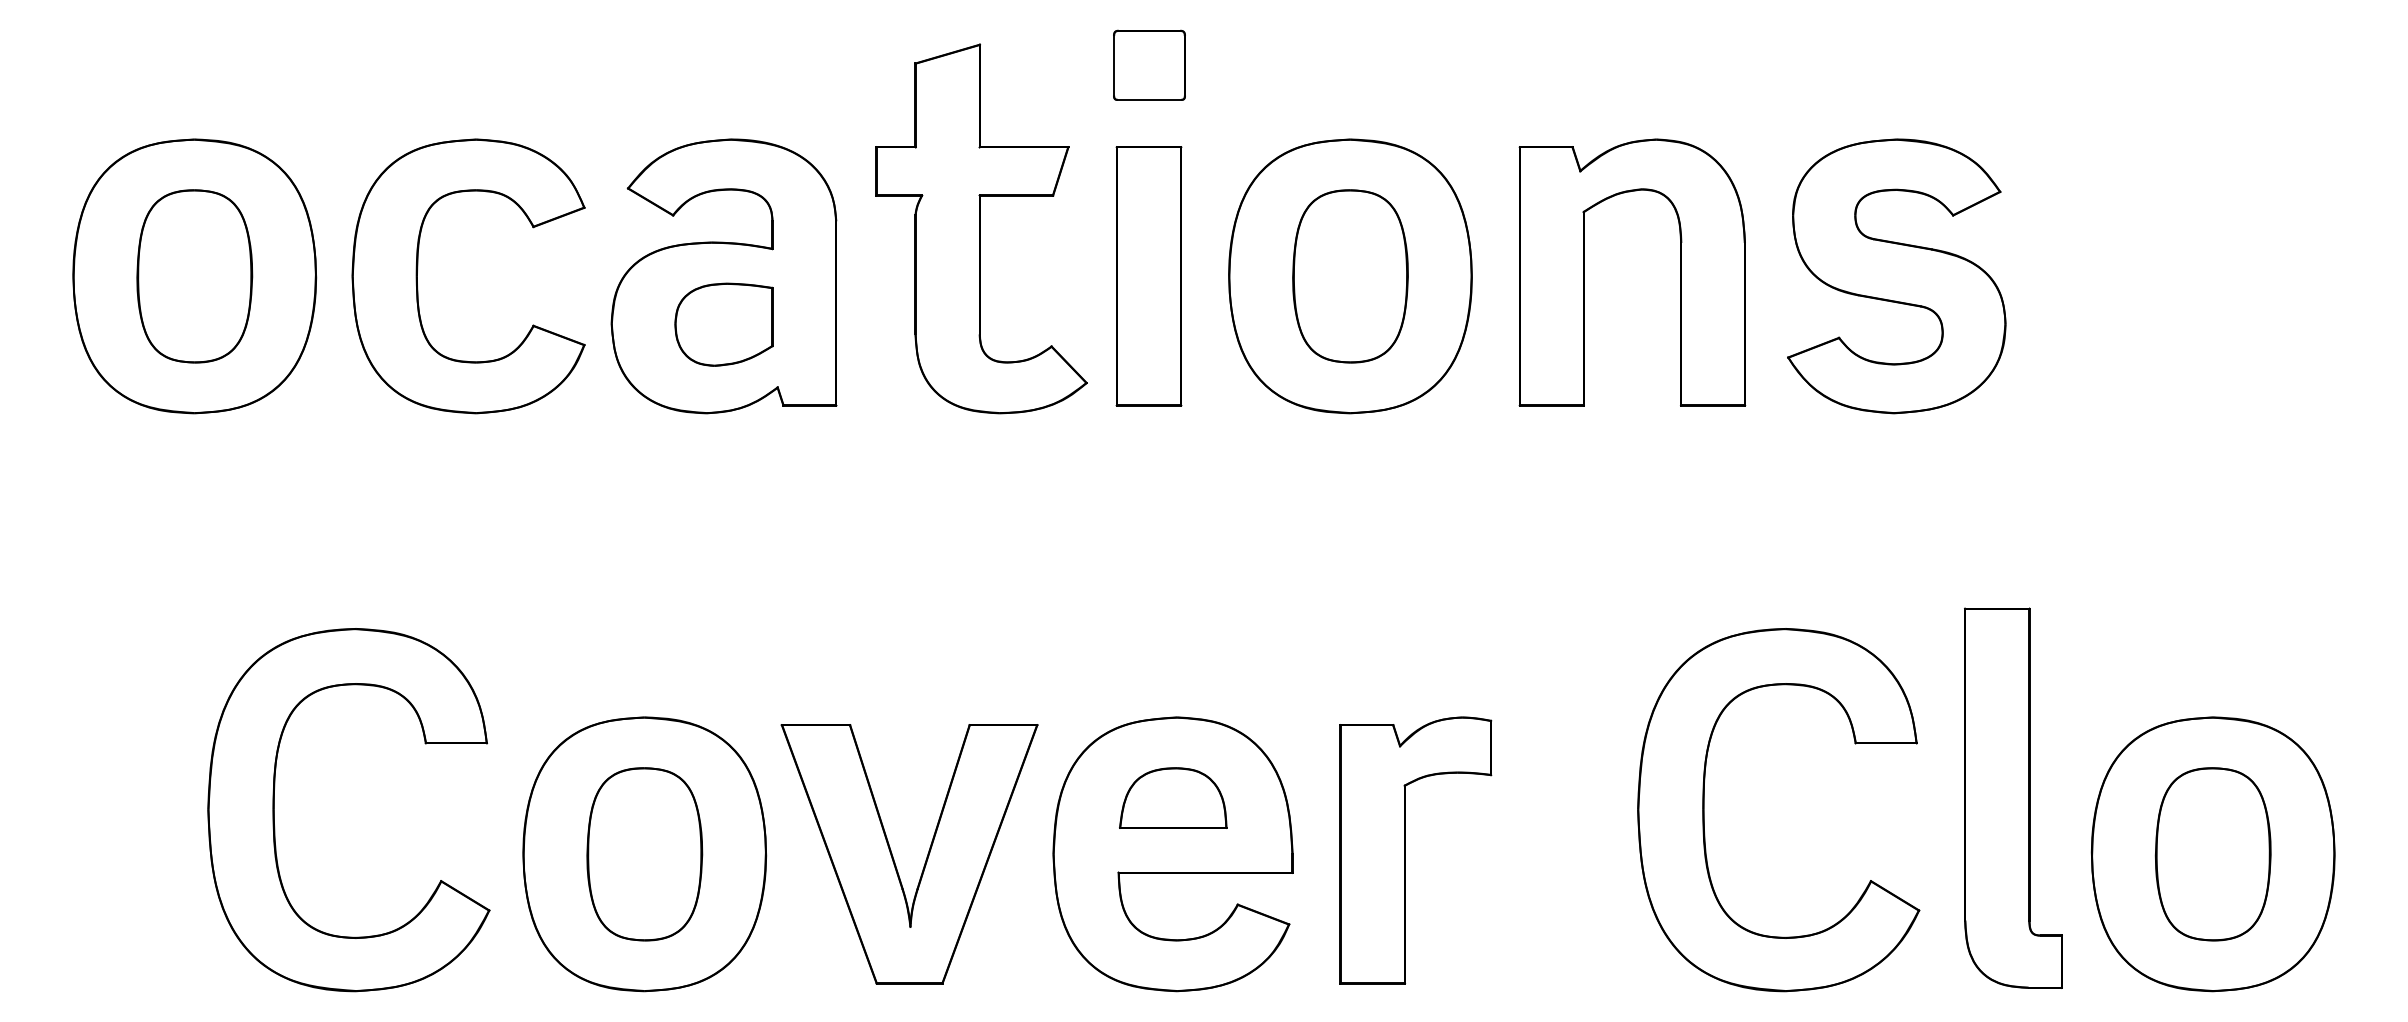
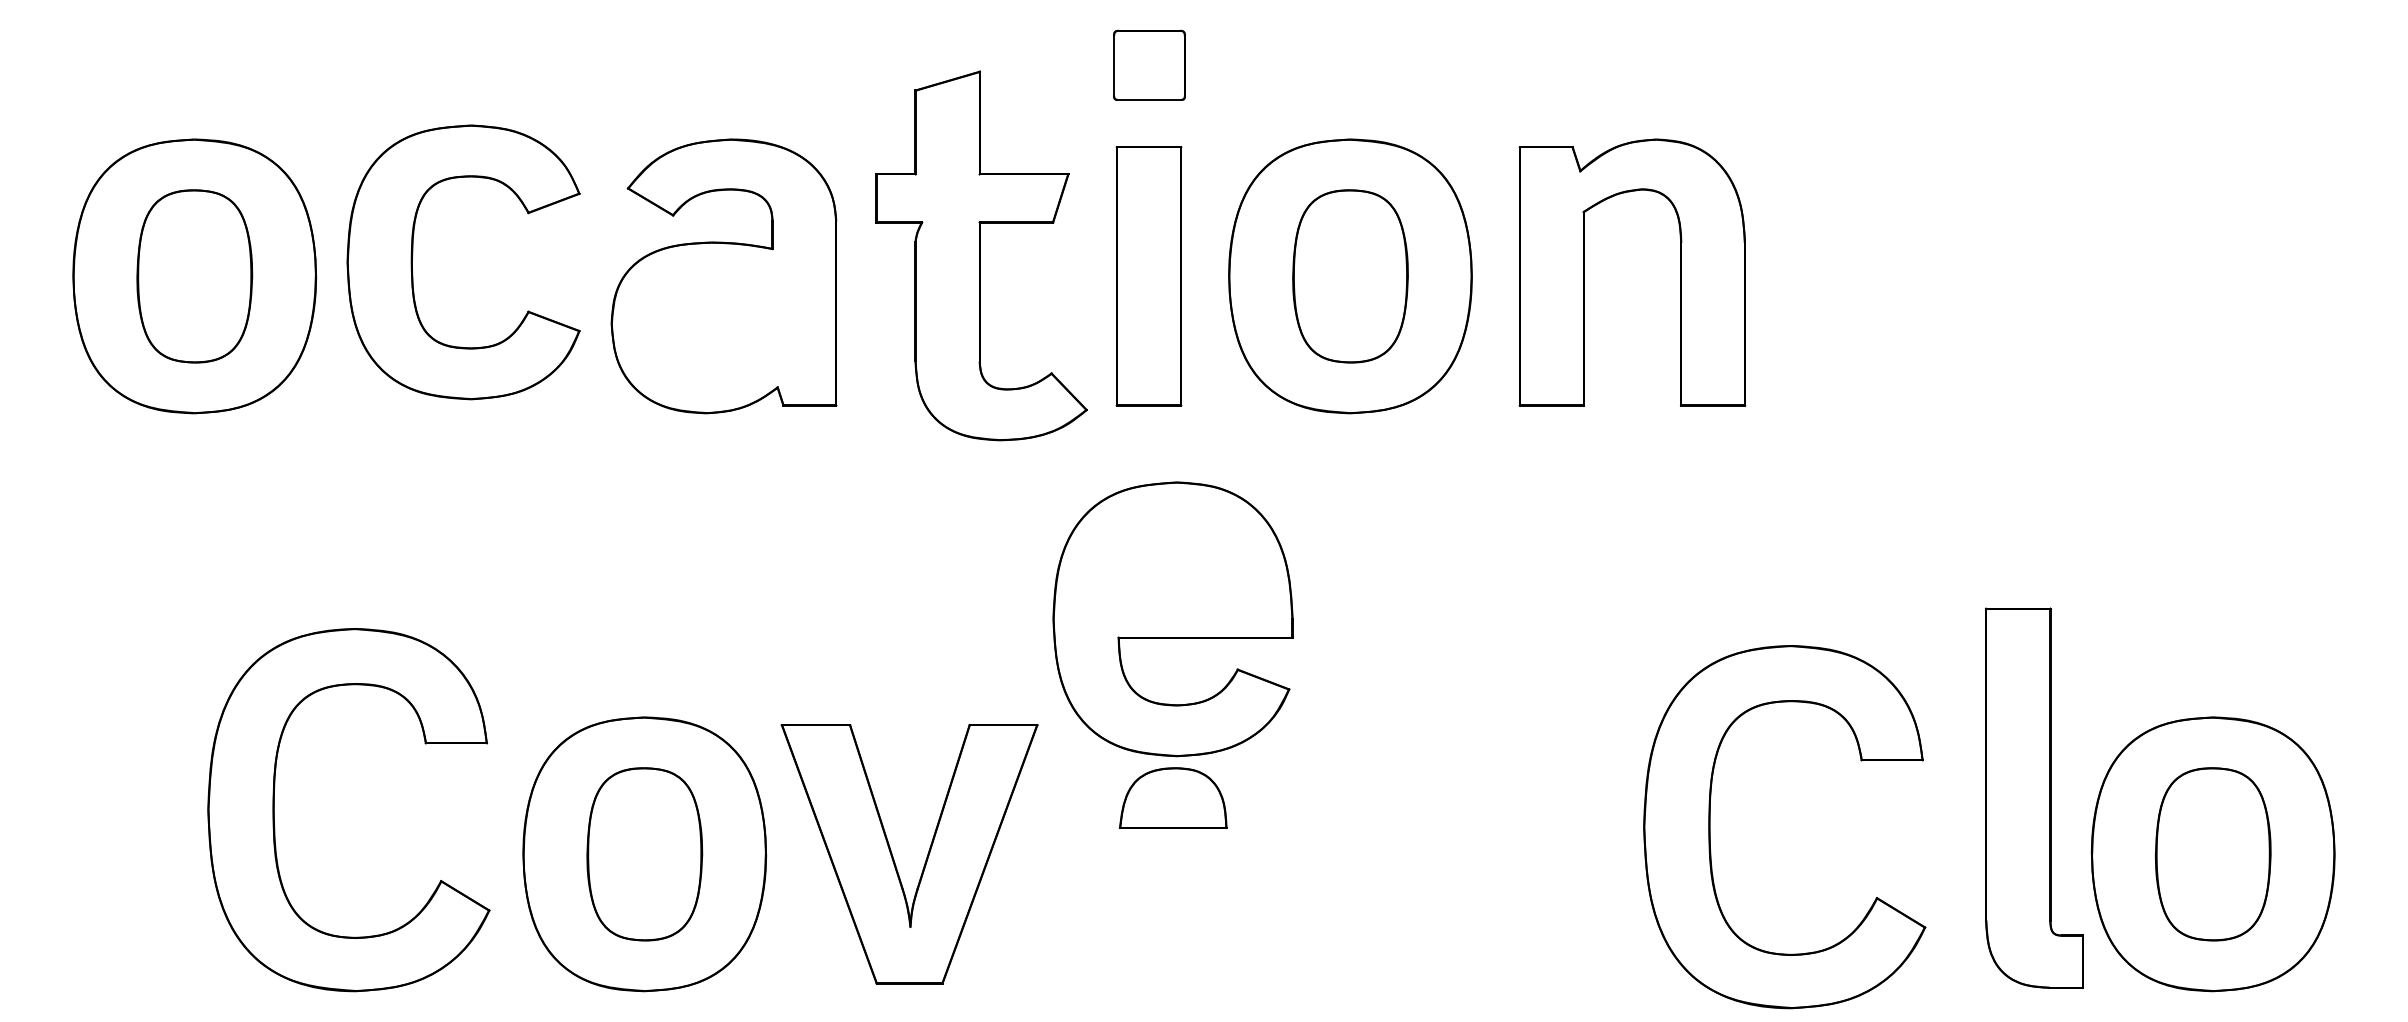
part at (981, 228) position: (981, 228) -> (981, 255)
part at (418, 267) position: (418, 267) -> (413, 253)
part at (1896, 276): present -> none
part at (723, 324): present -> none
part at (2013, 797) position: (2013, 797) -> (2034, 797)
part at (1704, 810) position: (1704, 810) -> (1710, 827)
part at (1405, 850): present -> none
part at (1172, 854) position: (1172, 854) -> (1172, 619)
